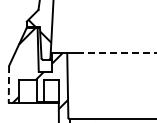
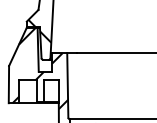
line at (117, 53): dashed -> solid
line at (8, 84): dashed -> solid
